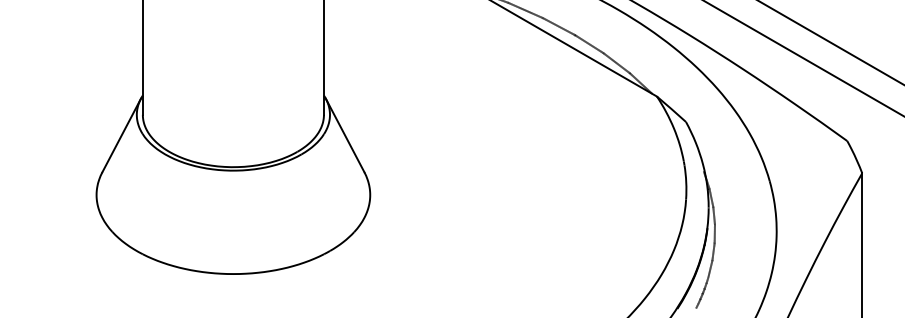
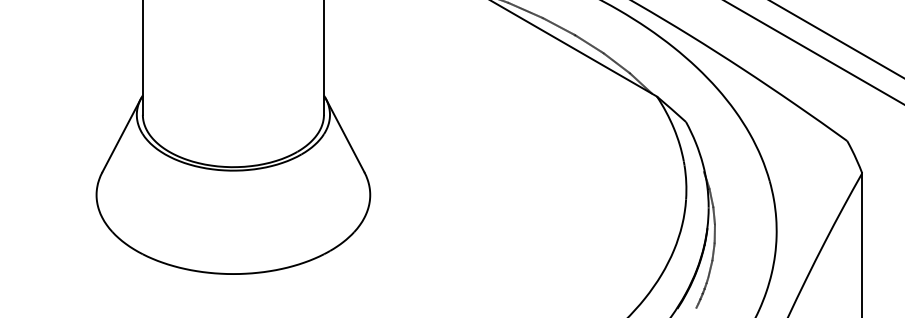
line at (831, 42) position: (831, 42) -> (836, 39)
line at (803, 58) position: (803, 58) -> (813, 52)
